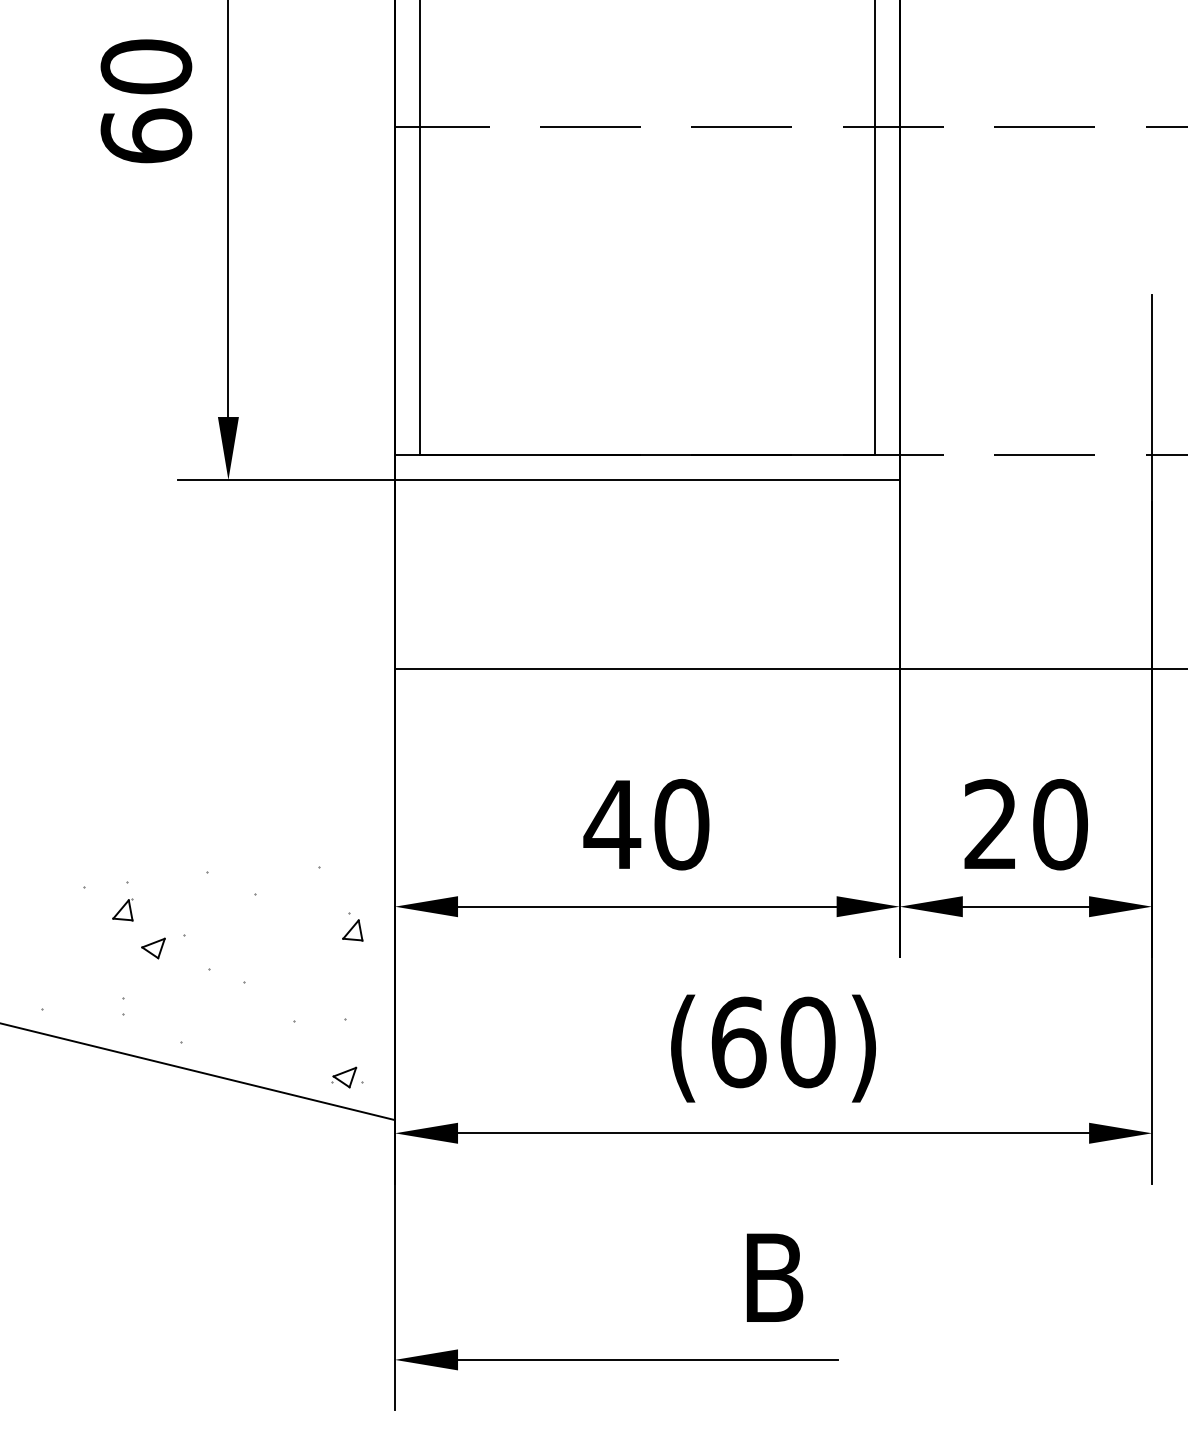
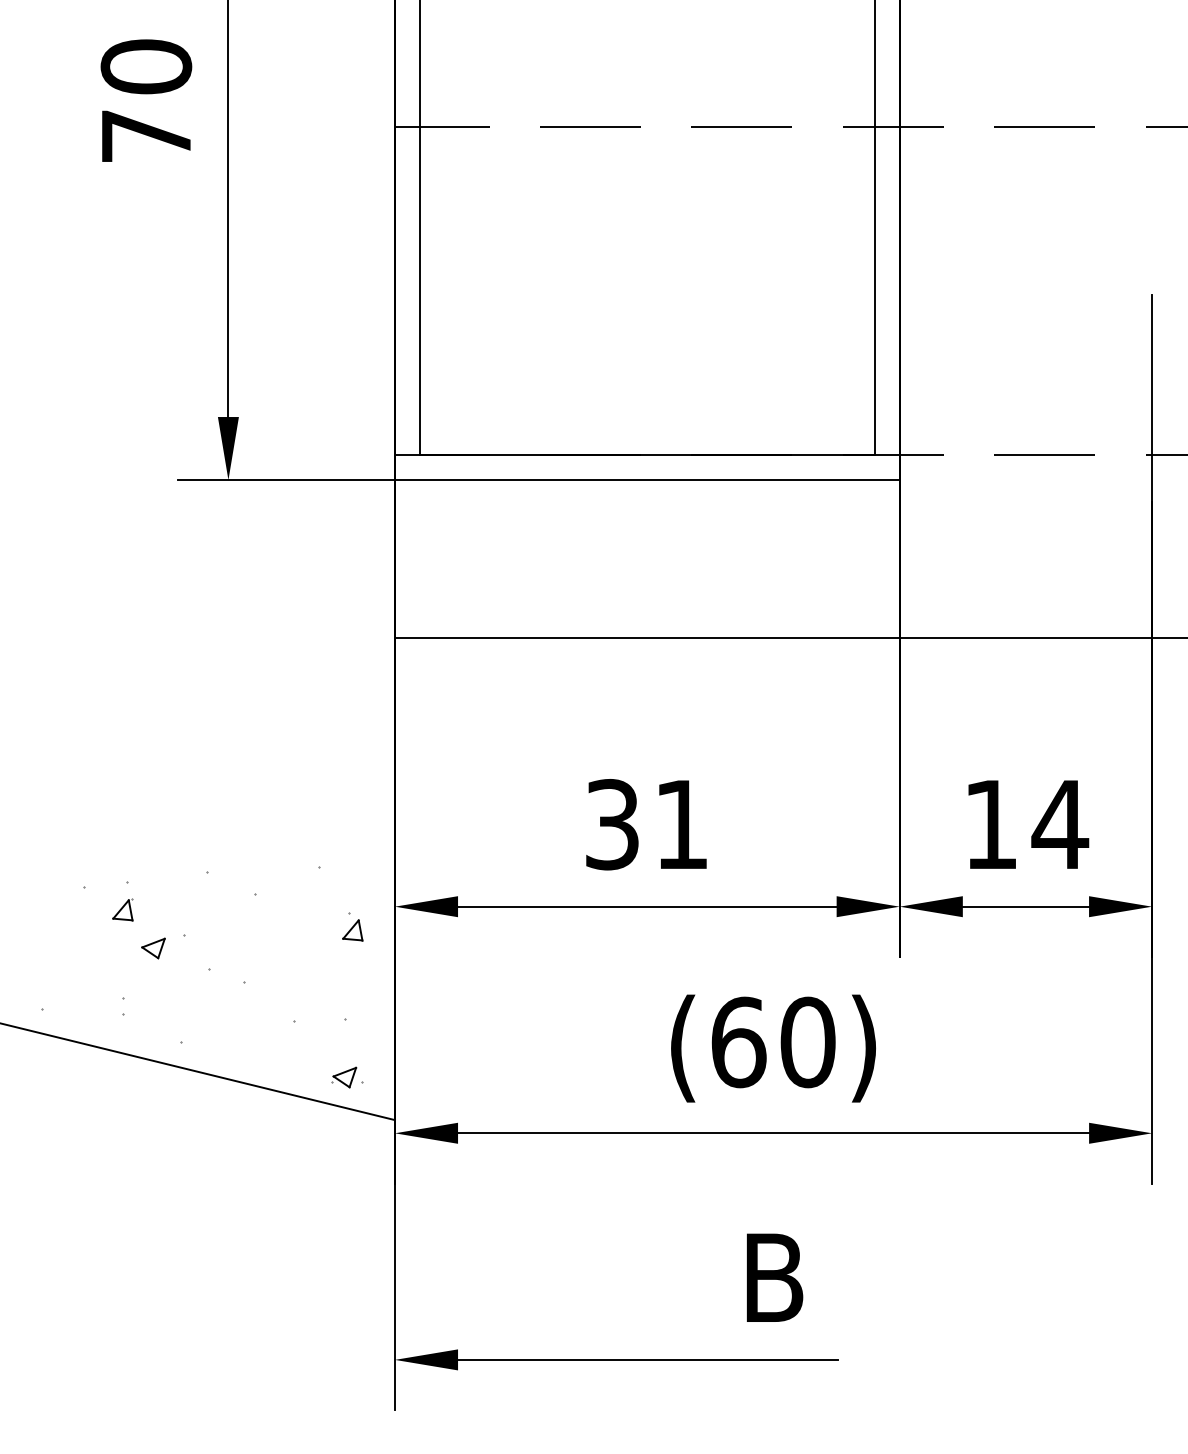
text at (146, 135): 60 -> 70
line at (789, 669) position: (789, 669) -> (789, 638)
text at (646, 824): 40 -> 31
text at (1026, 824): 20 -> 14
